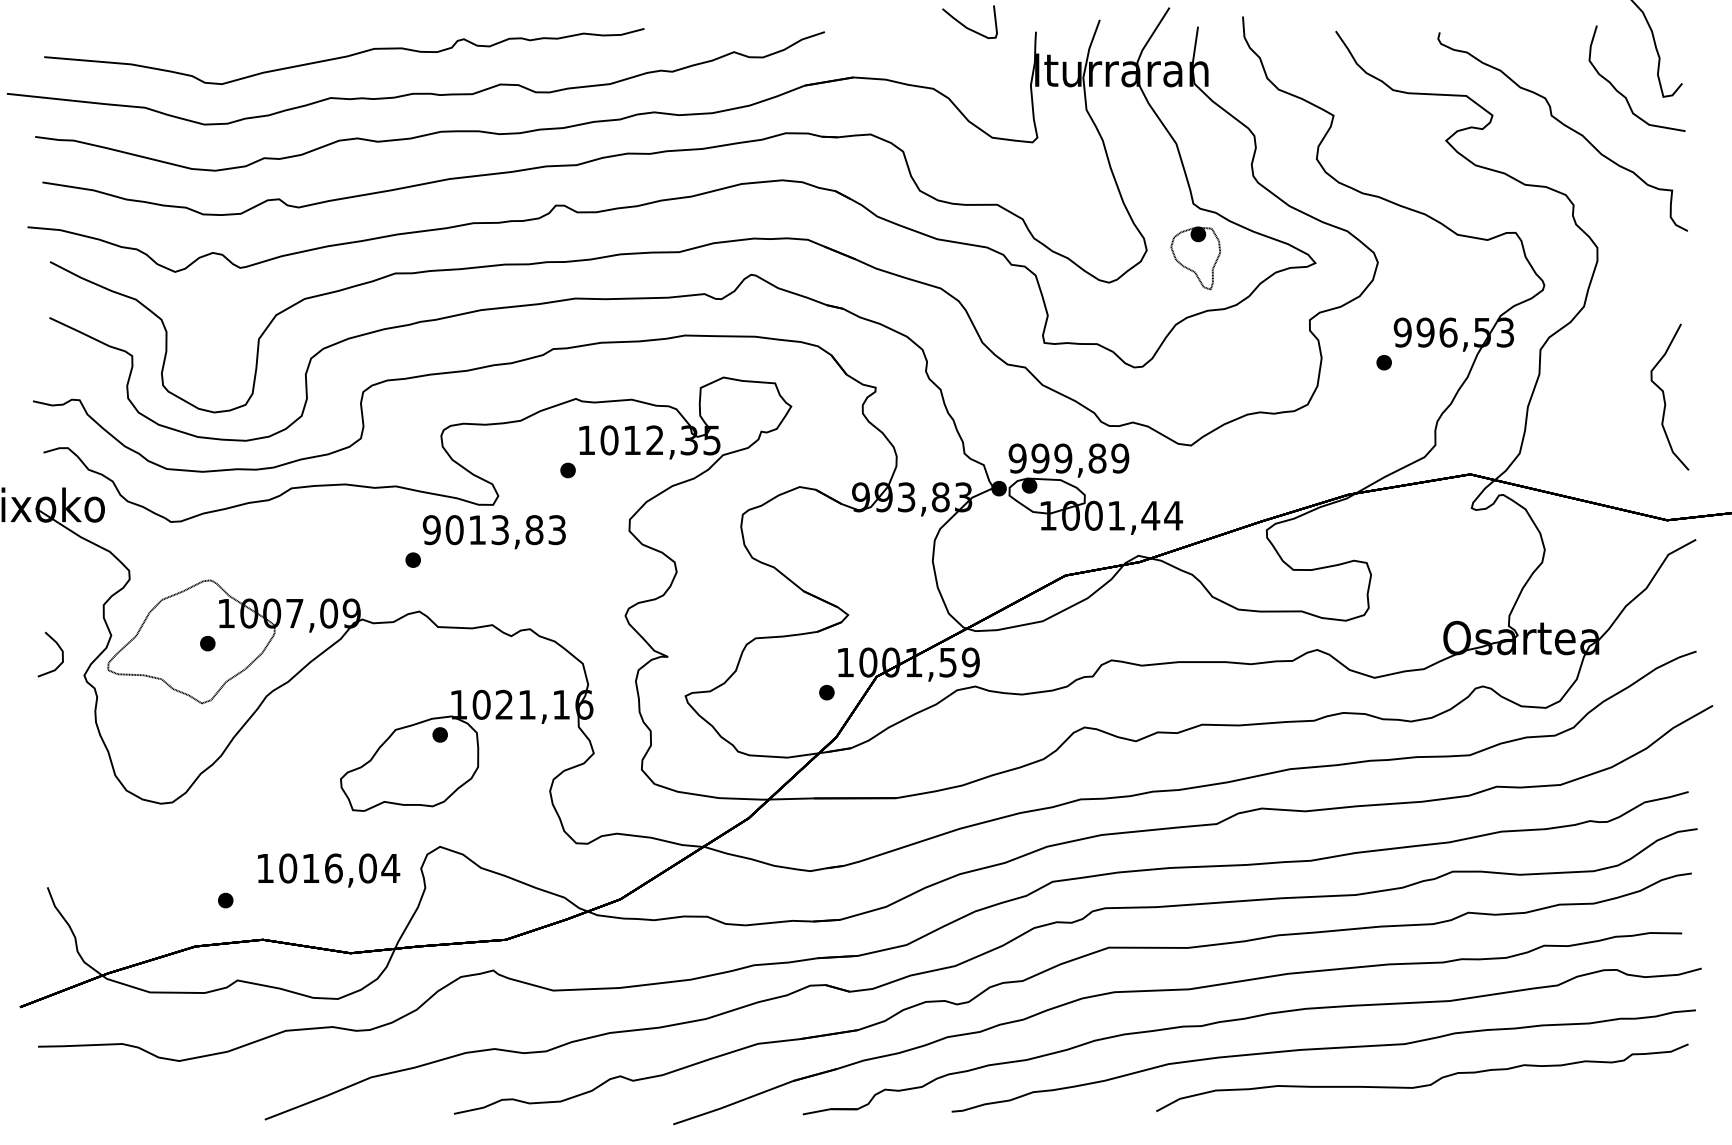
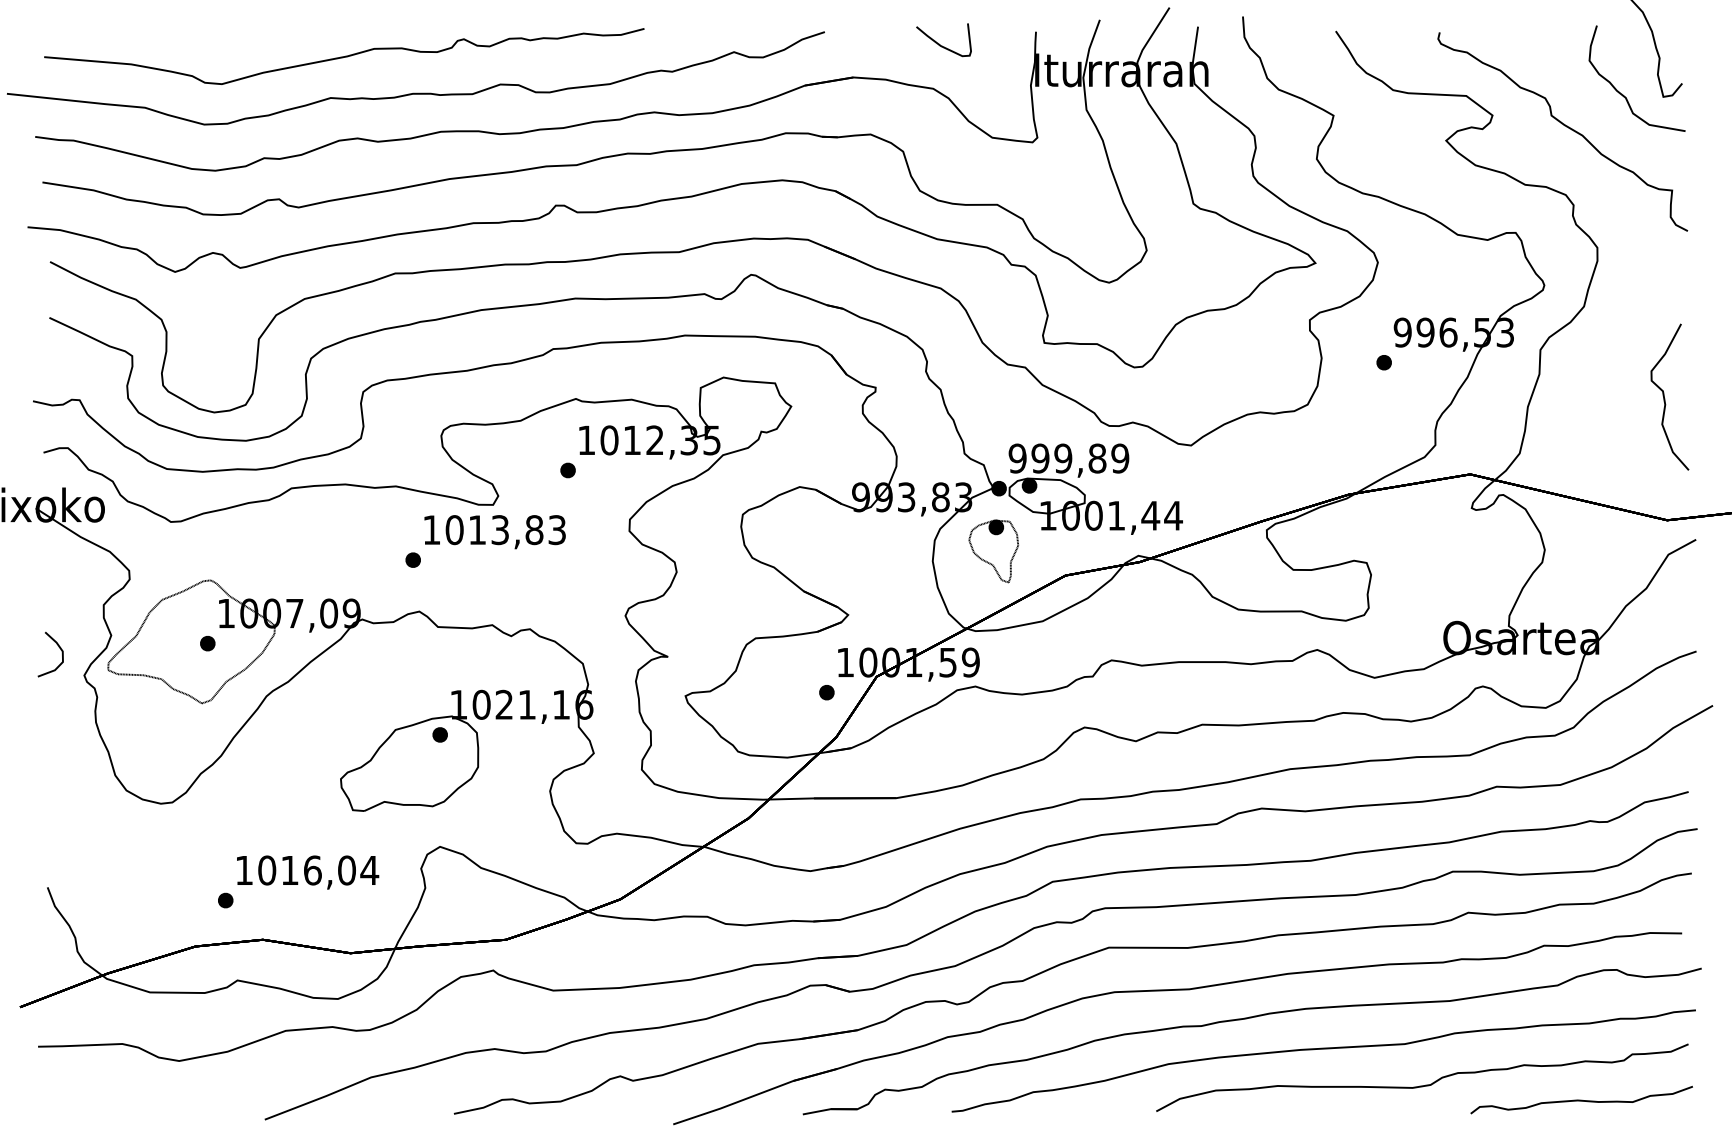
part at (969, 22) position: (969, 22) -> (943, 40)
part at (1195, 258) position: (1195, 258) -> (993, 551)
text at (431, 530): 9013,83 -> 1013,83
text at (329, 870) position: (329, 870) -> (308, 872)
part at (1581, 1099): none -> present
